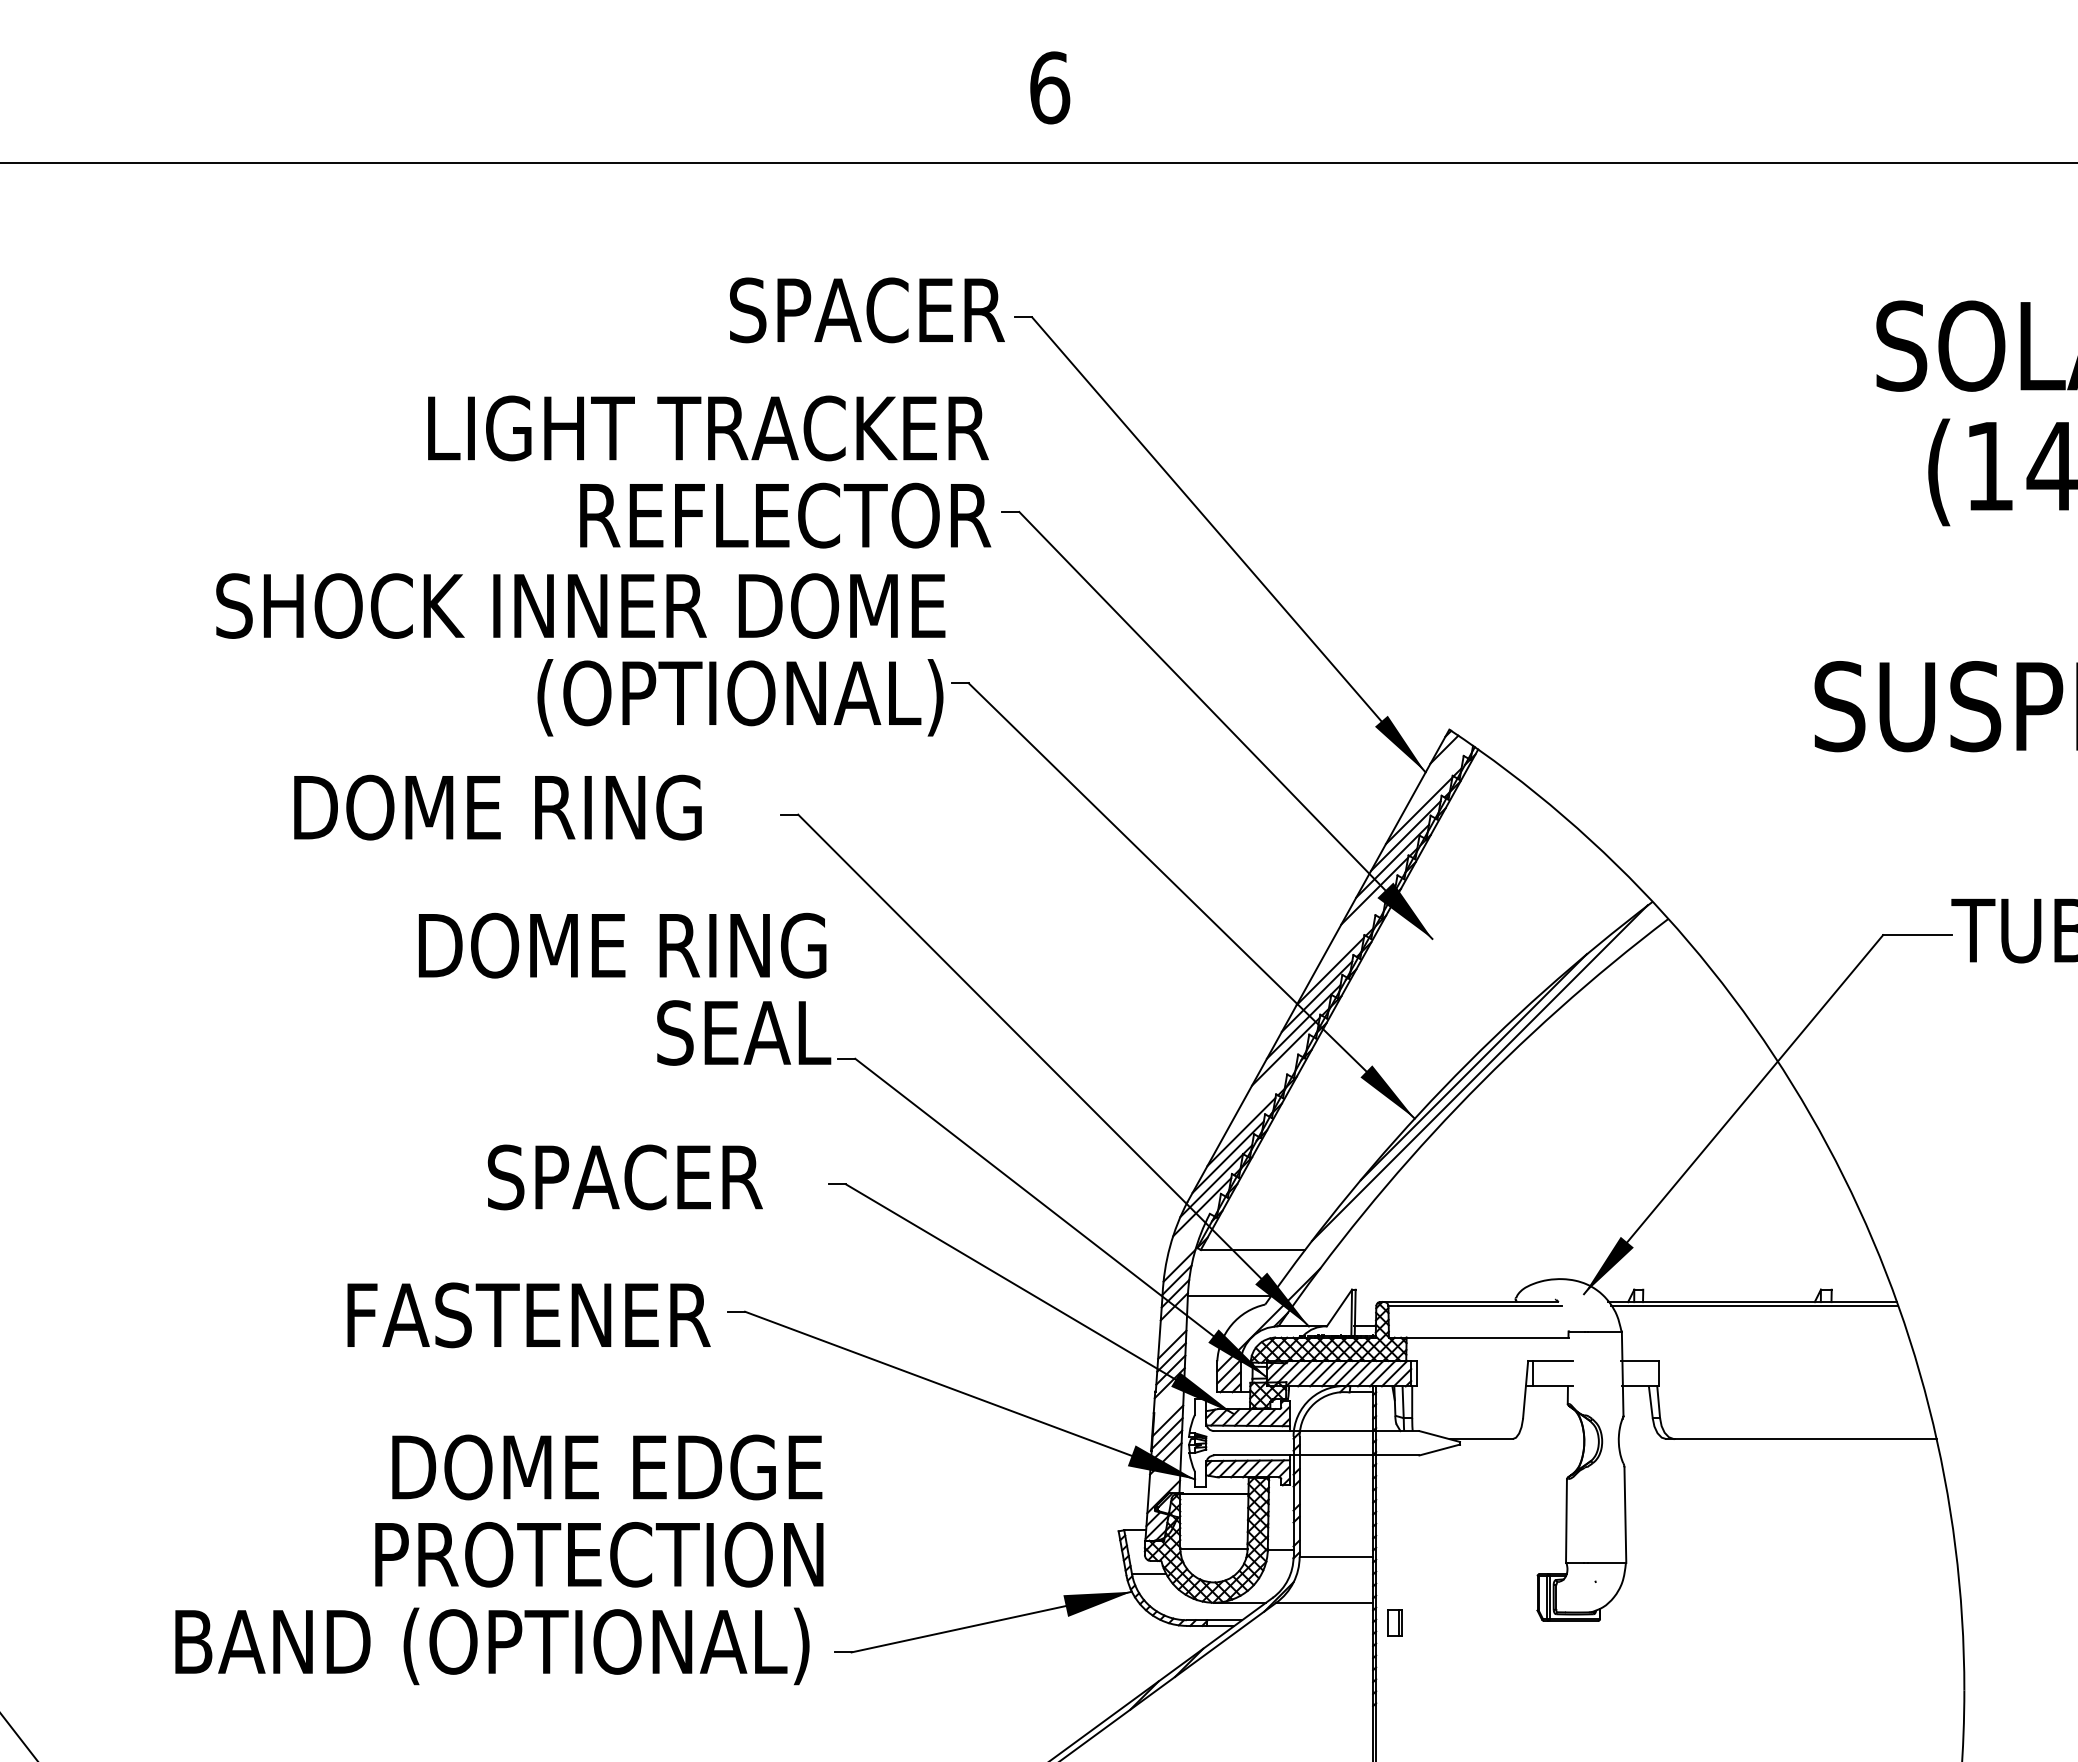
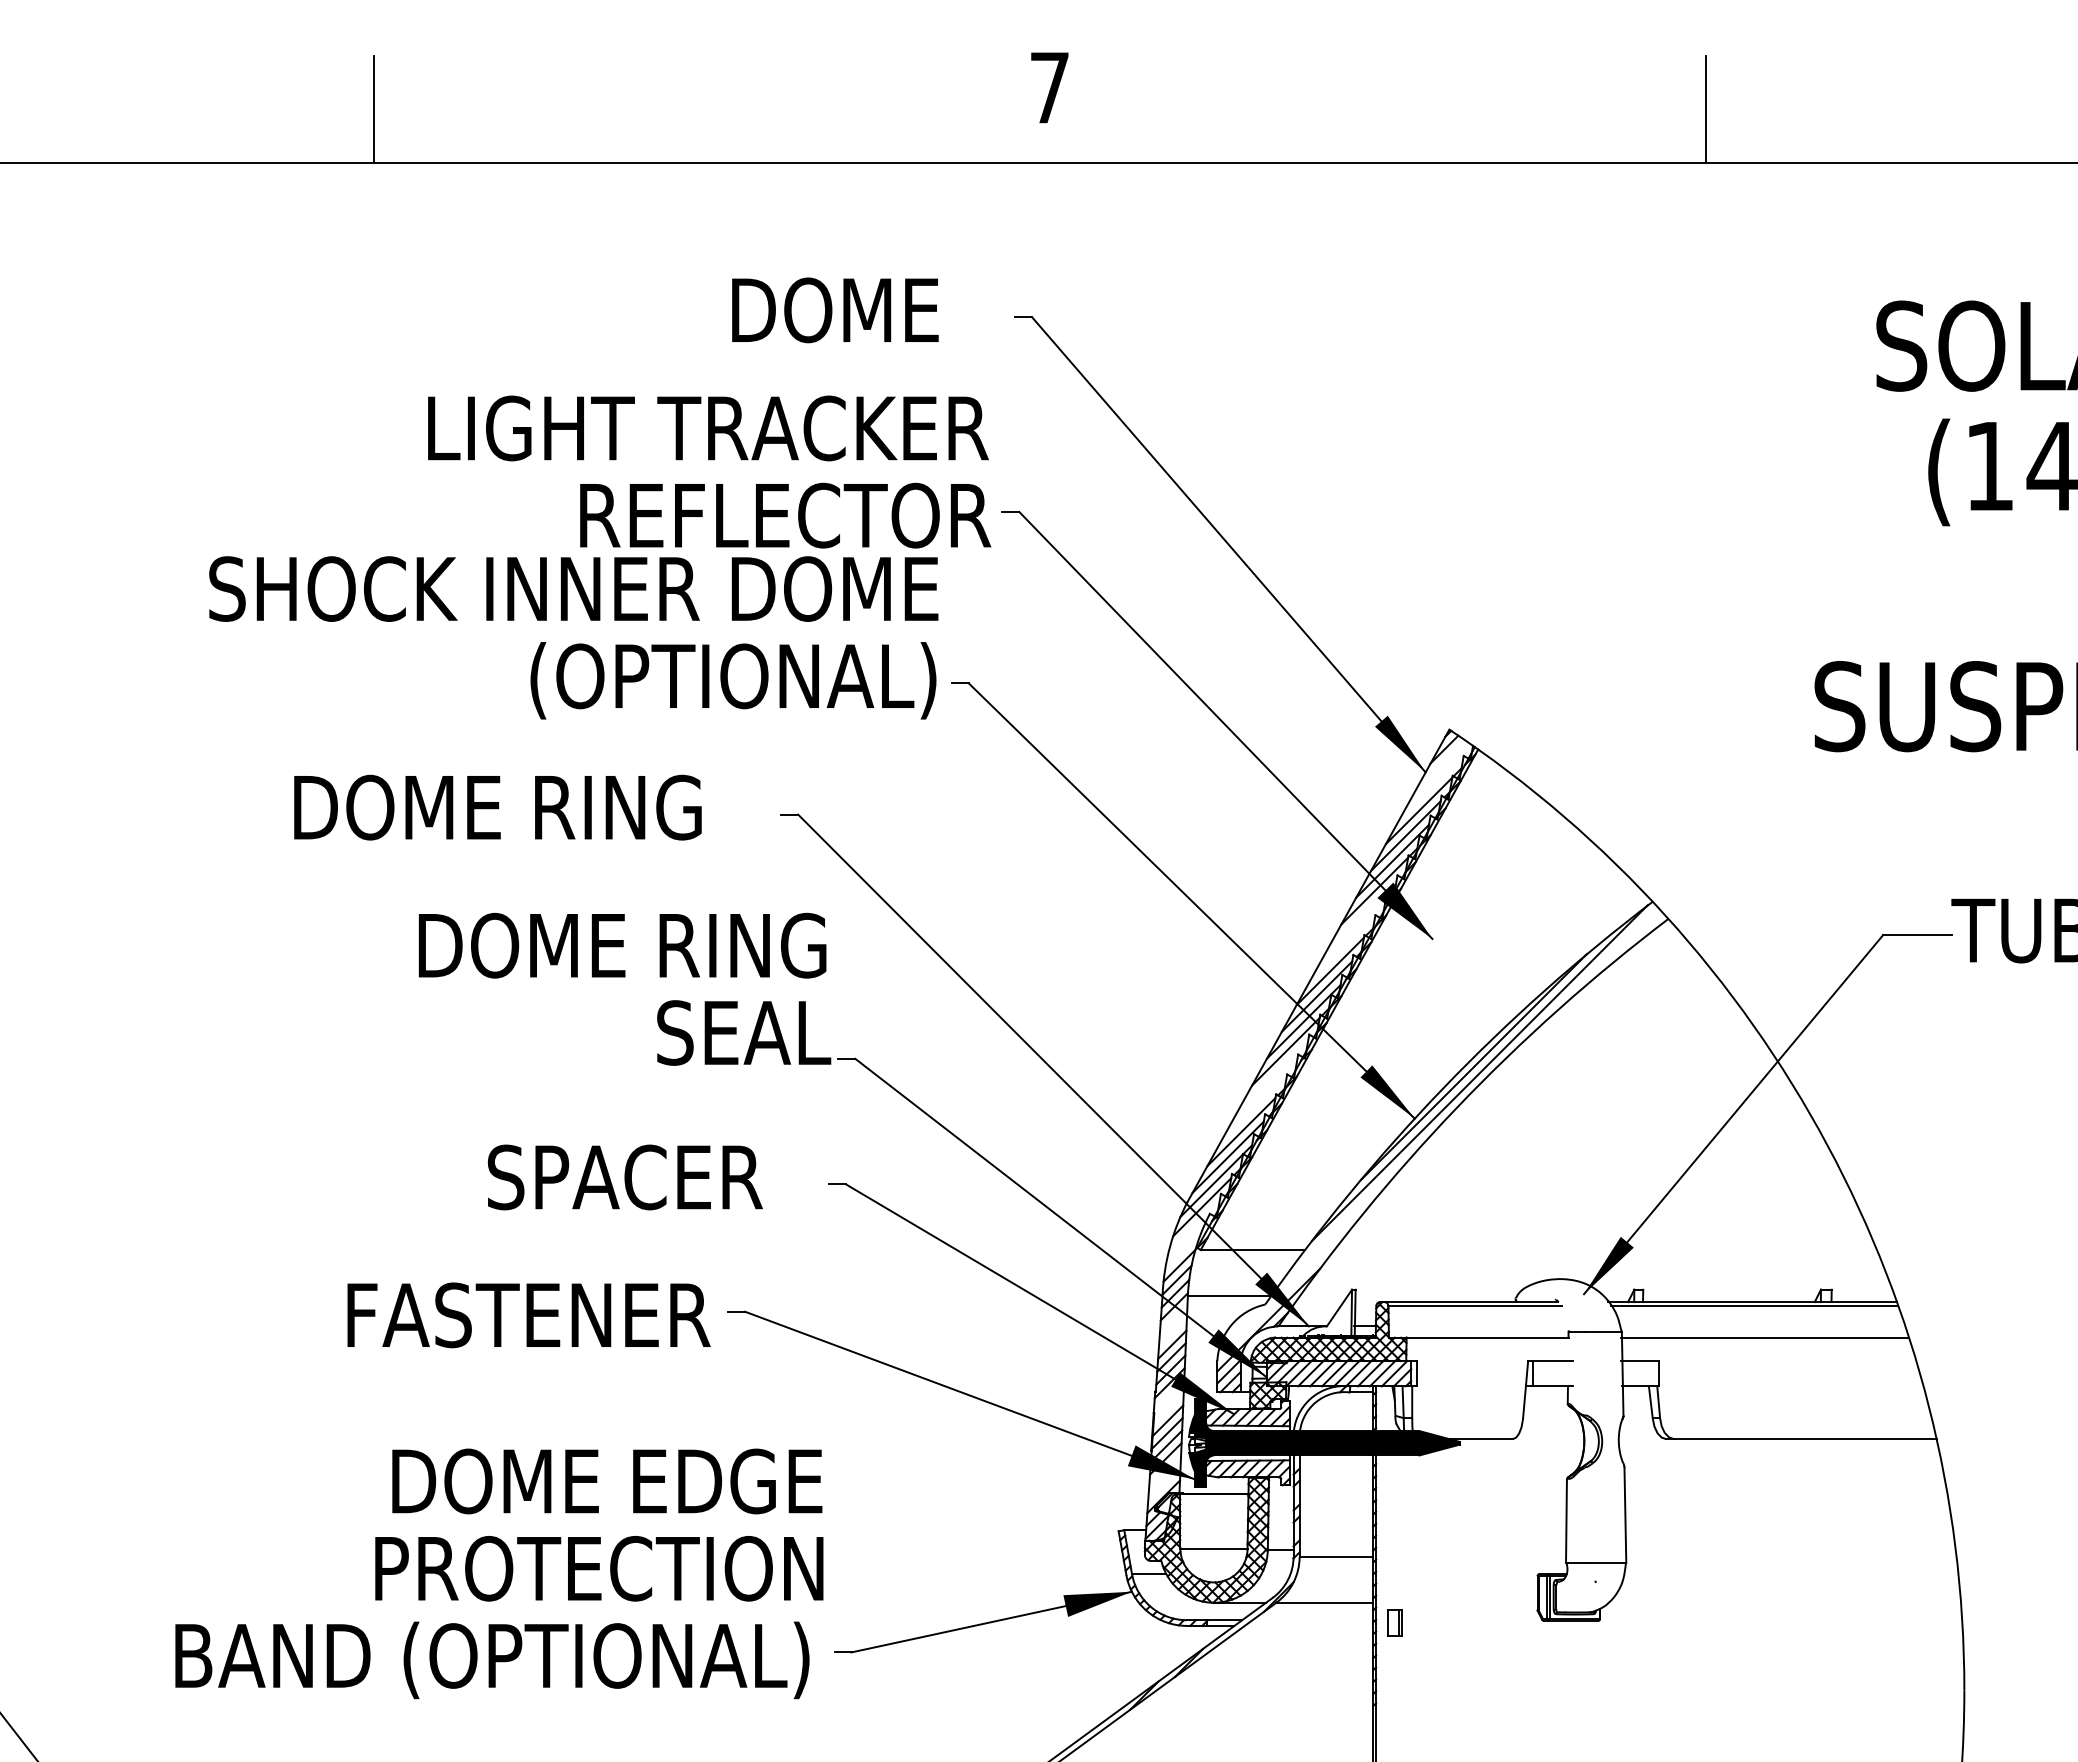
text at (1050, 87): 6 -> 7
line at (373, 109): none -> present
line at (1706, 109): none -> present
text at (866, 310): SPACER -> DOME
text at (580, 654) position: (580, 654) -> (573, 637)
line at (1765, 1337): none -> present
fill at (1324, 1443): none -> present
text at (499, 1559) position: (499, 1559) -> (499, 1573)
